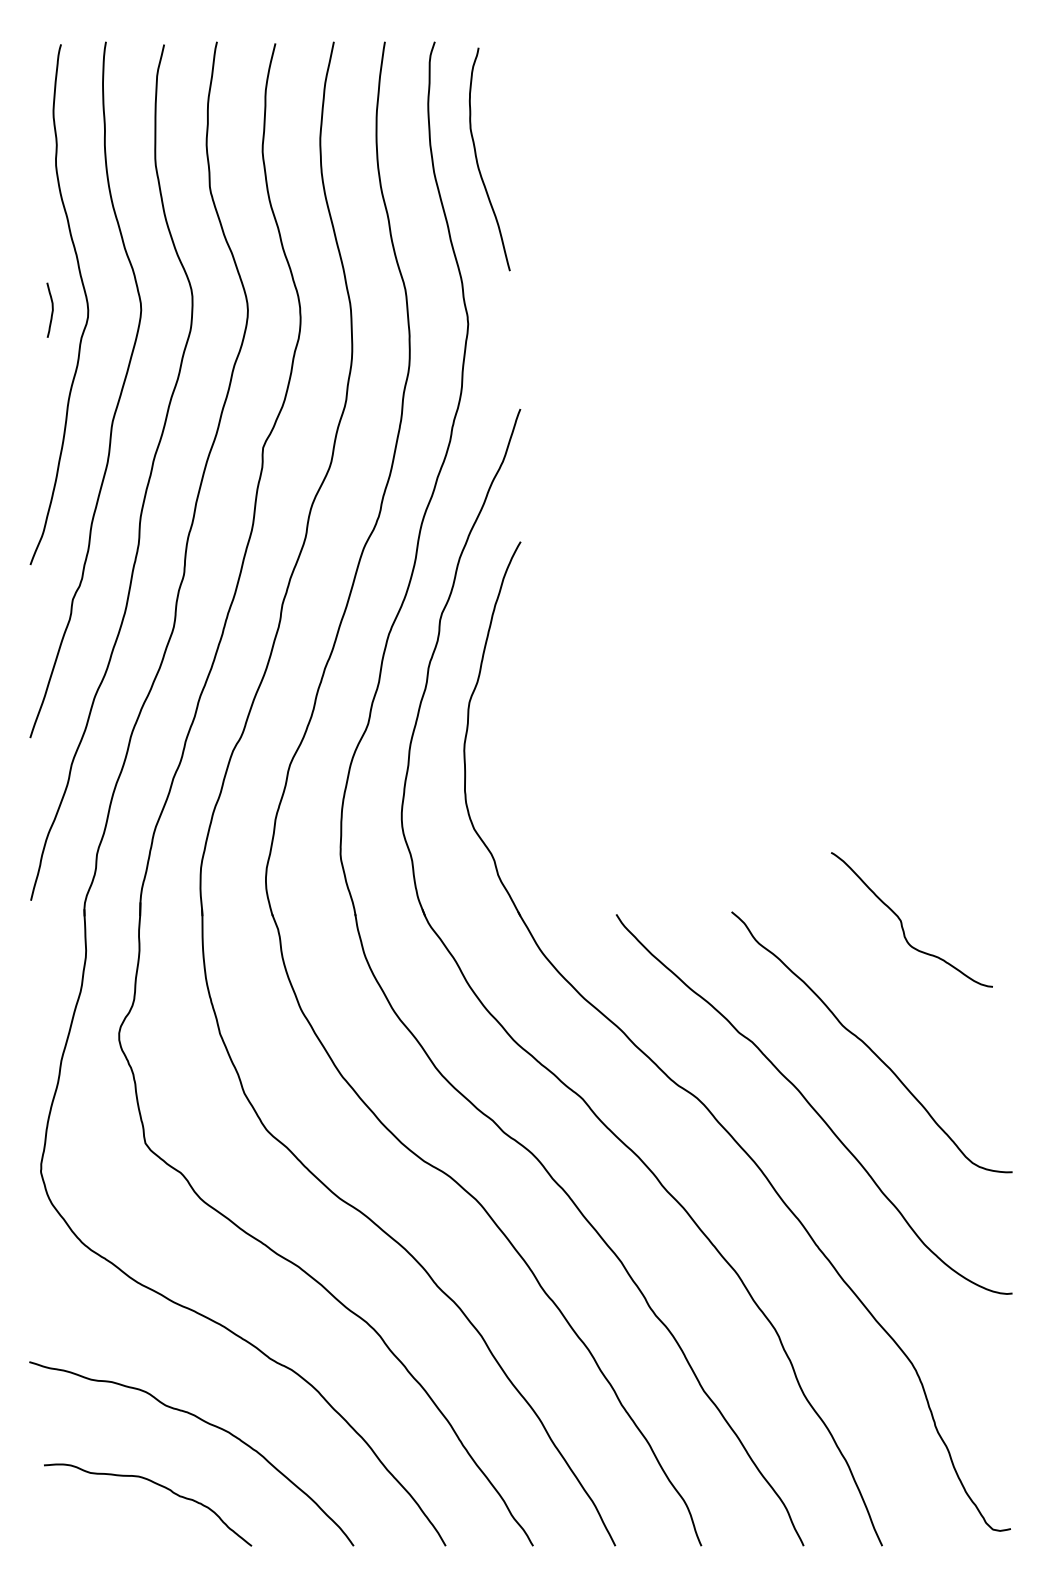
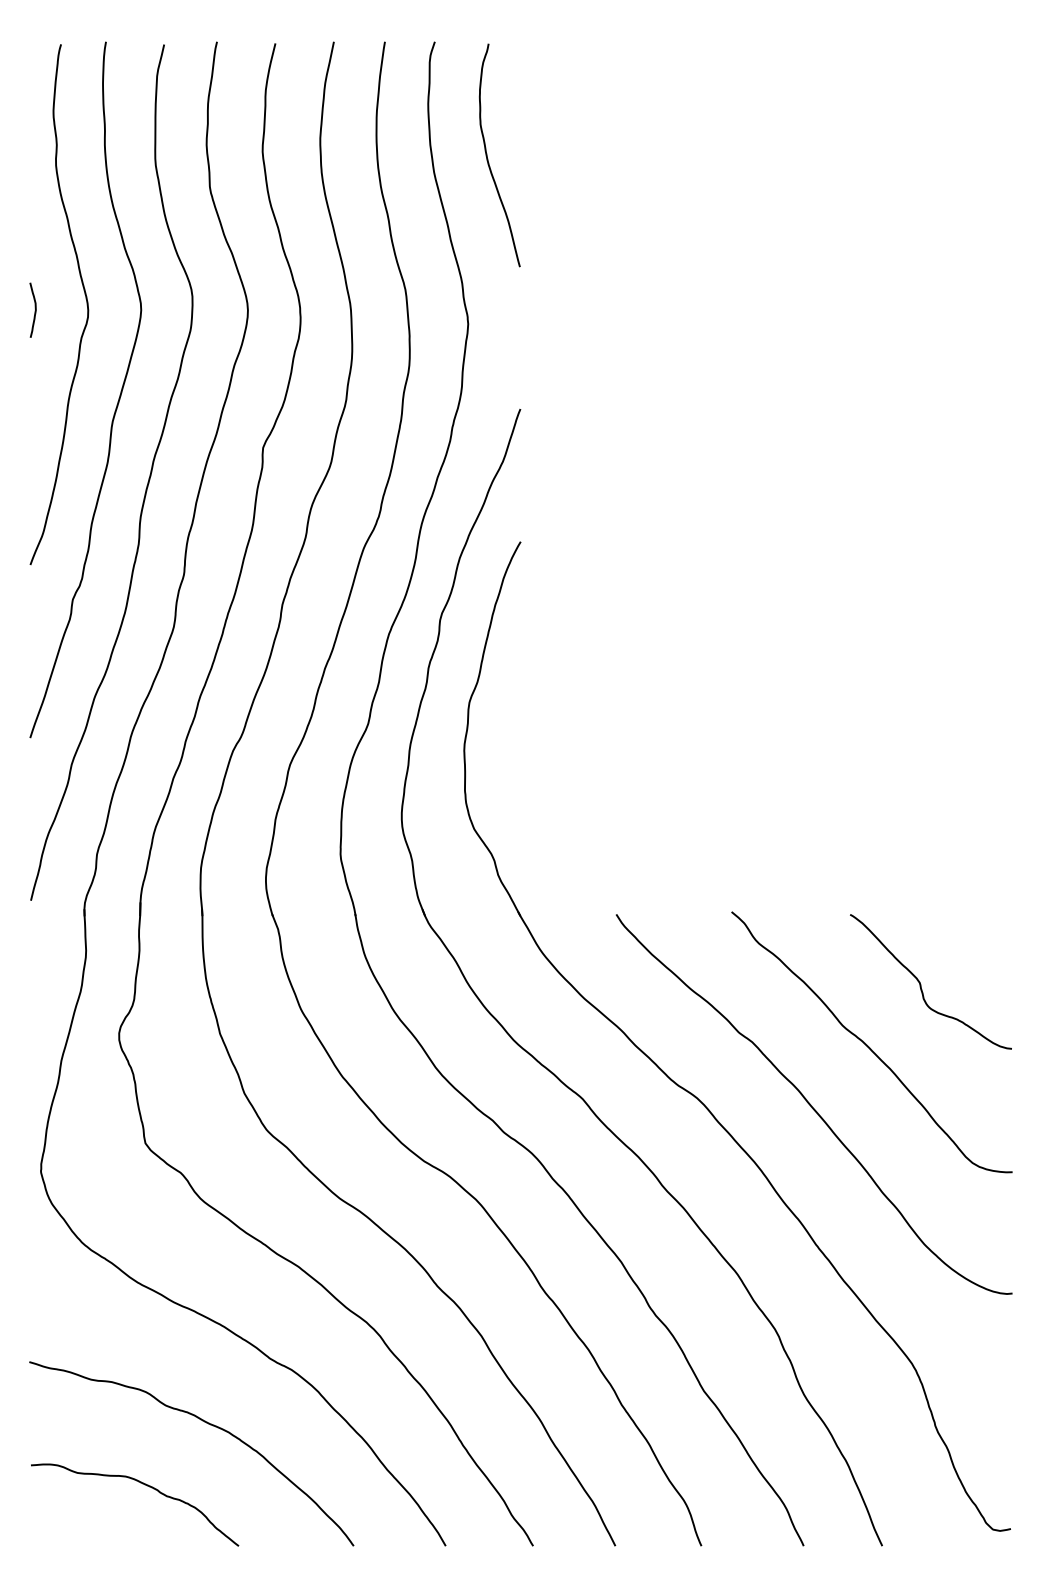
curve at (478, 162) position: (478, 162) -> (488, 158)
curve at (51, 308) position: (51, 308) -> (34, 308)
curve at (902, 922) position: (902, 922) -> (921, 984)
curve at (157, 1485) position: (157, 1485) -> (144, 1485)
